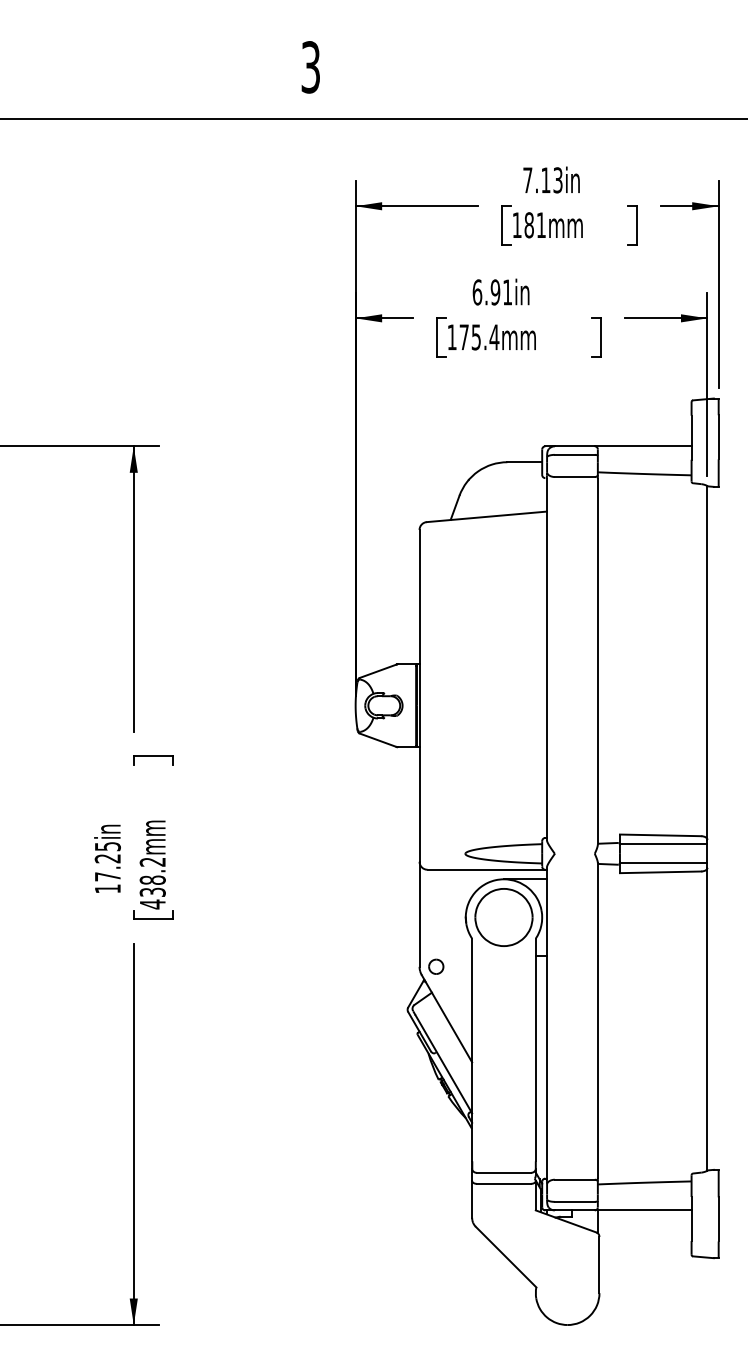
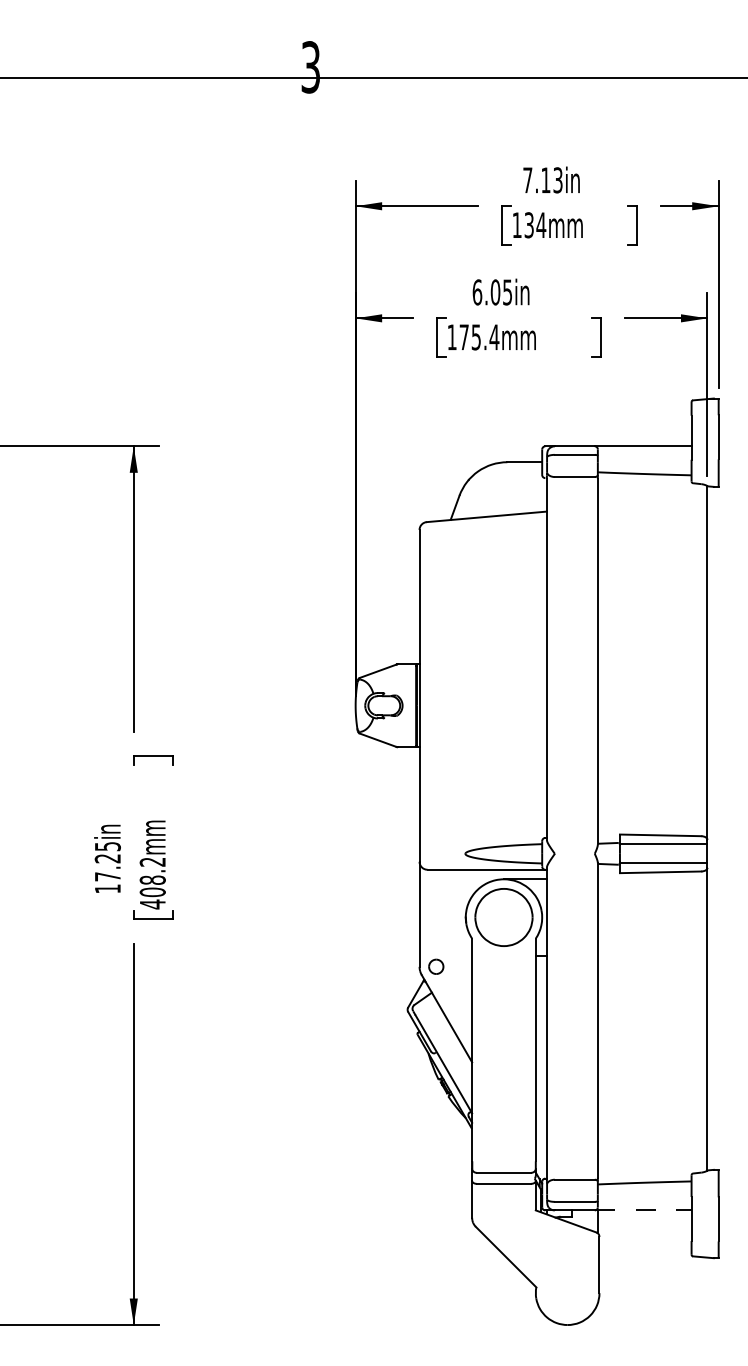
line at (373, 119) position: (373, 119) -> (373, 78)
text at (535, 225): 181mm -> 134mm
text at (500, 292): 6.91in -> 6.05in
text at (152, 892): 438.2mm -> 408.2mm
line at (643, 1210): solid -> dashed
